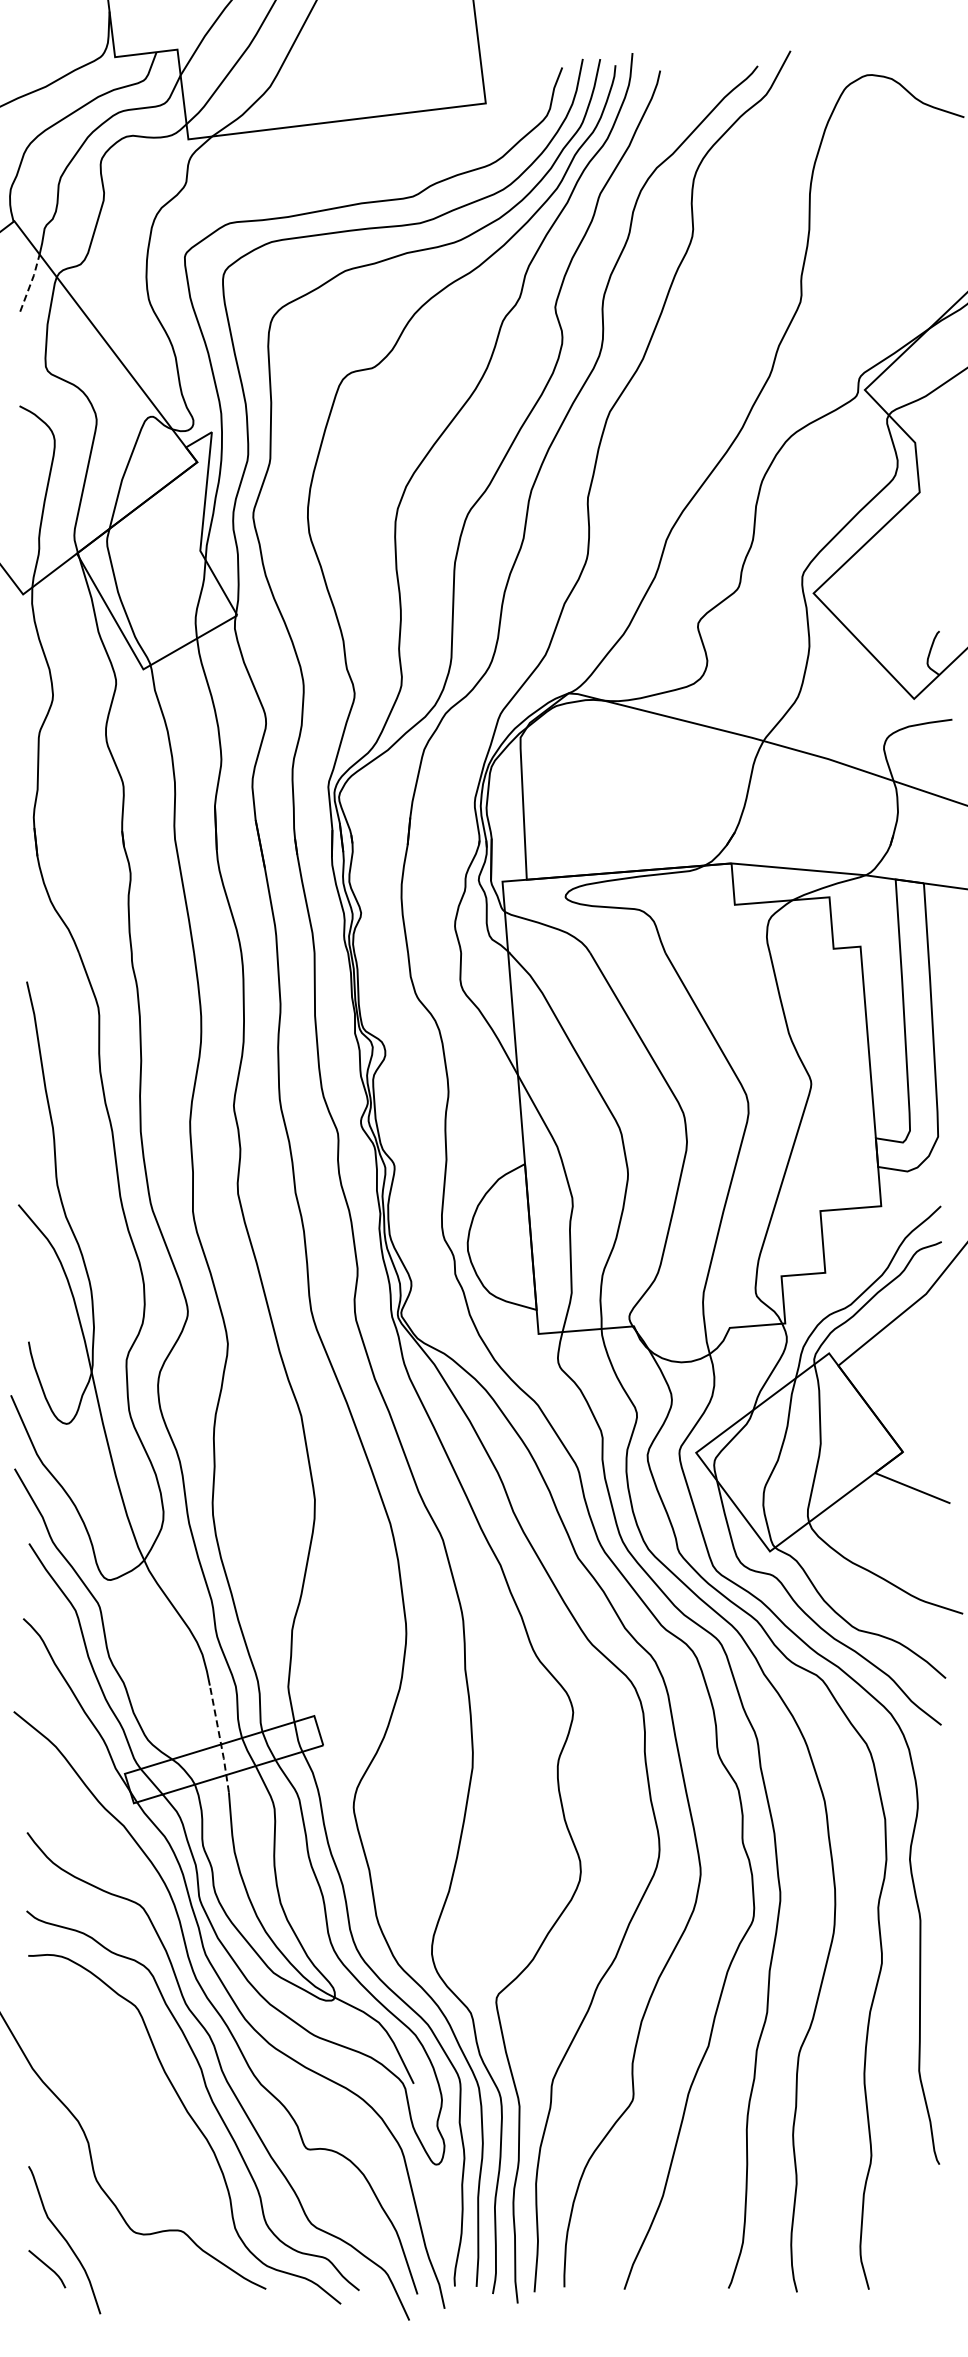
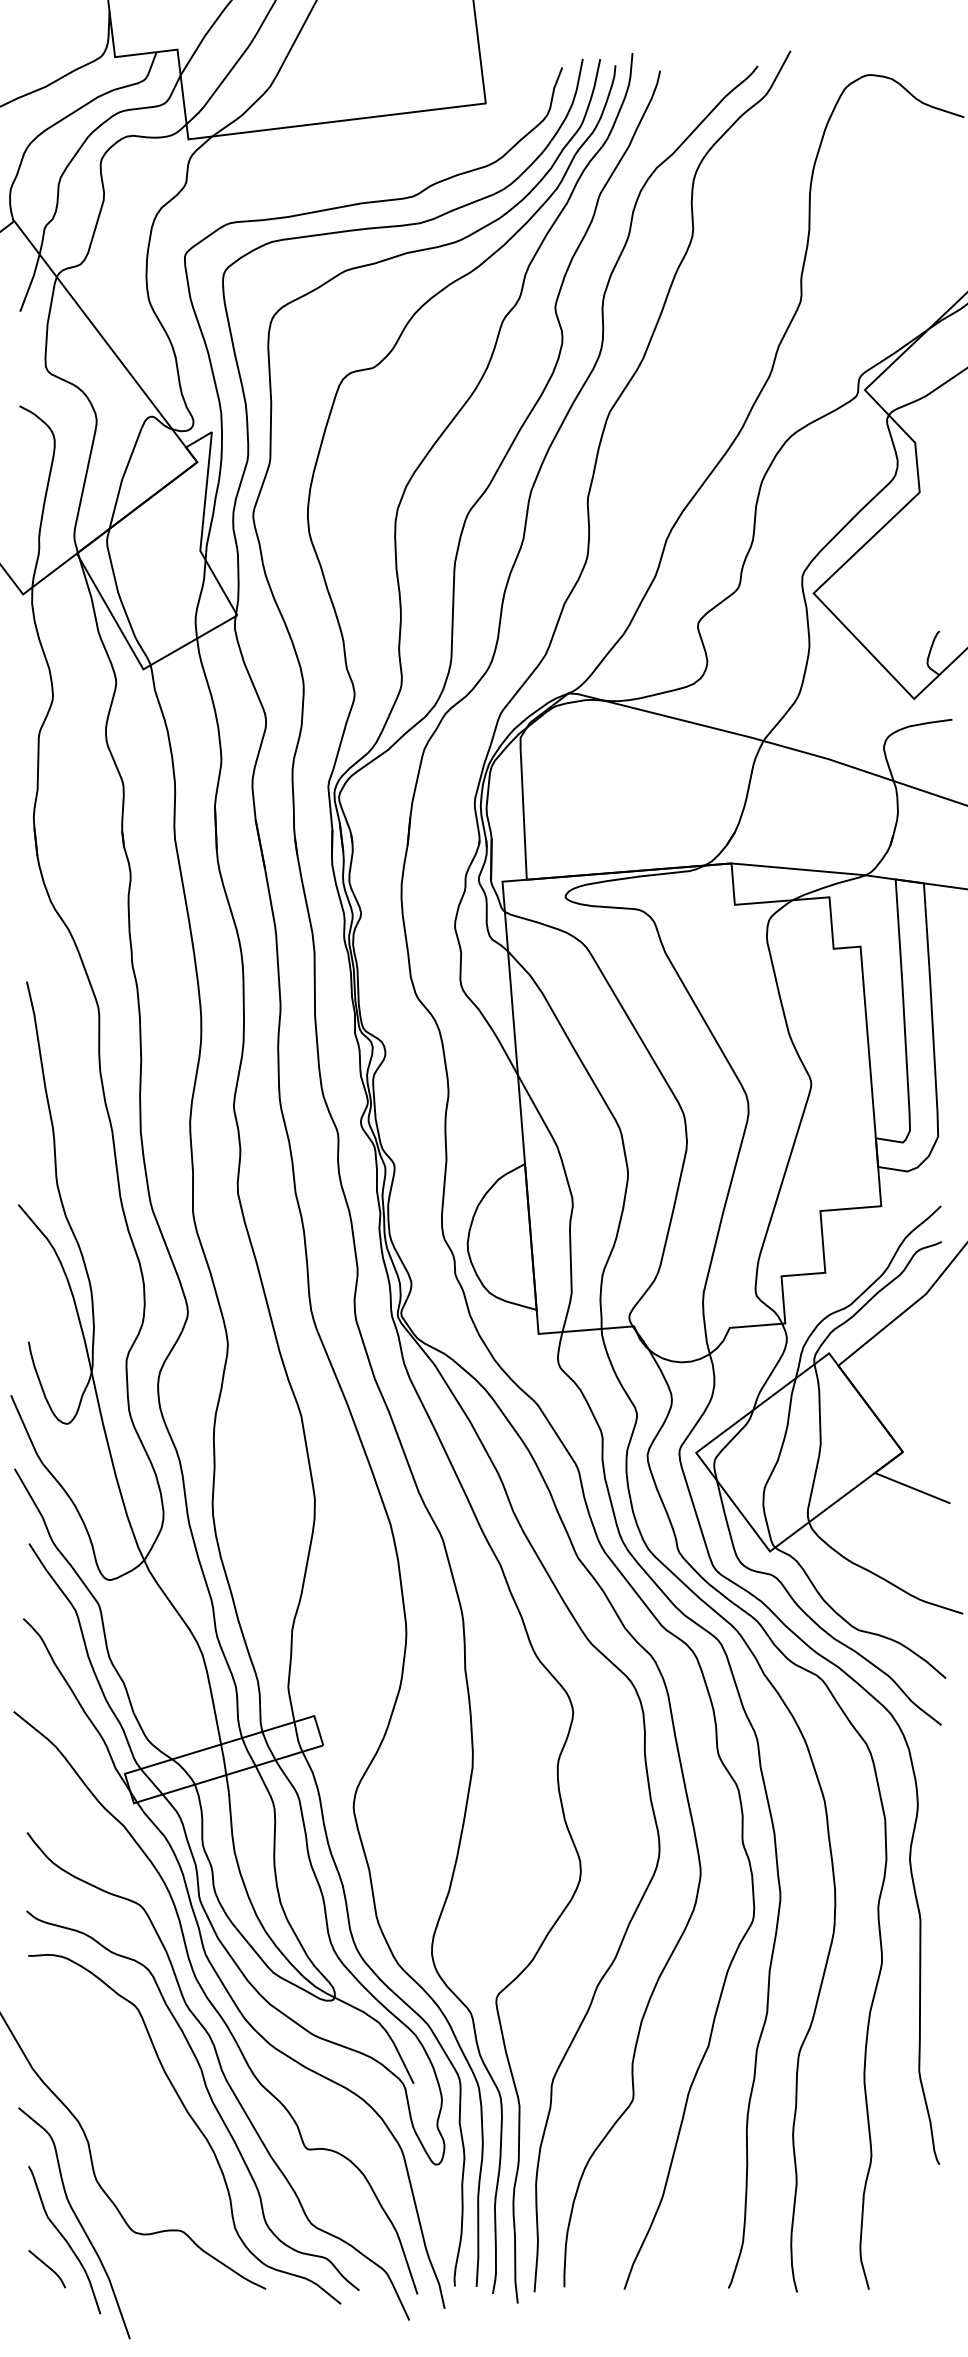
line at (31, 282): dashed -> solid
line at (220, 1738): dashed -> solid
curve at (78, 2222): none -> present
